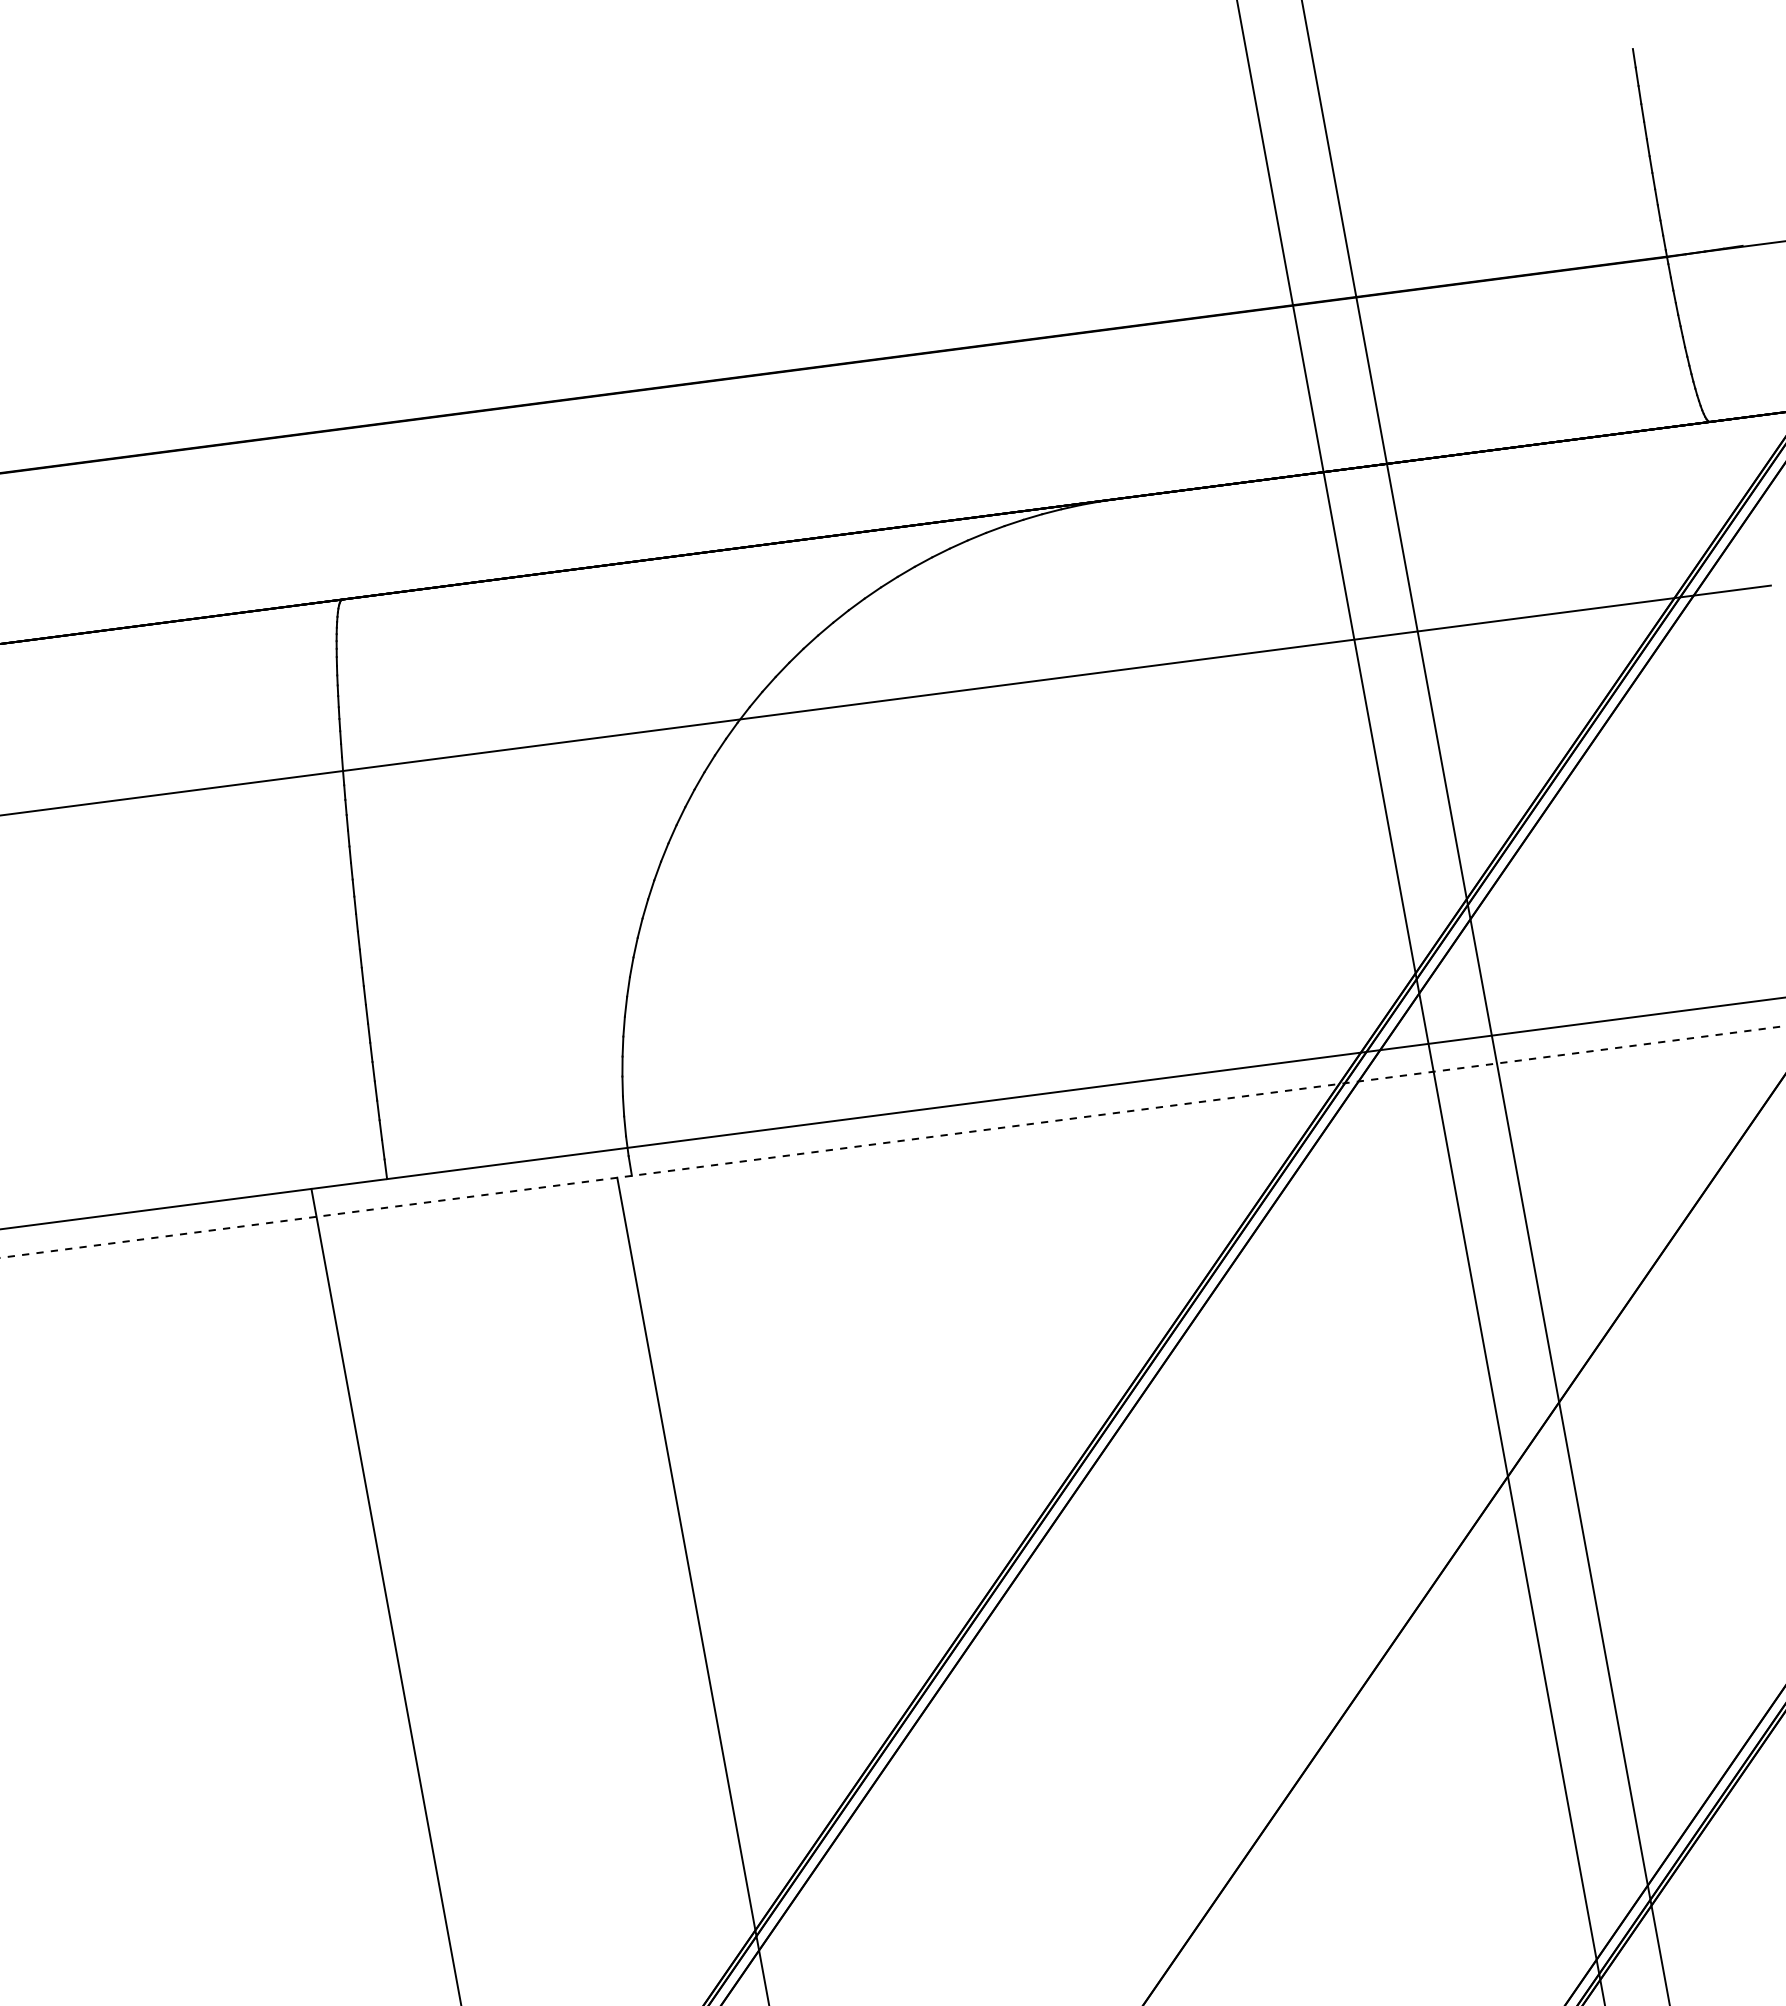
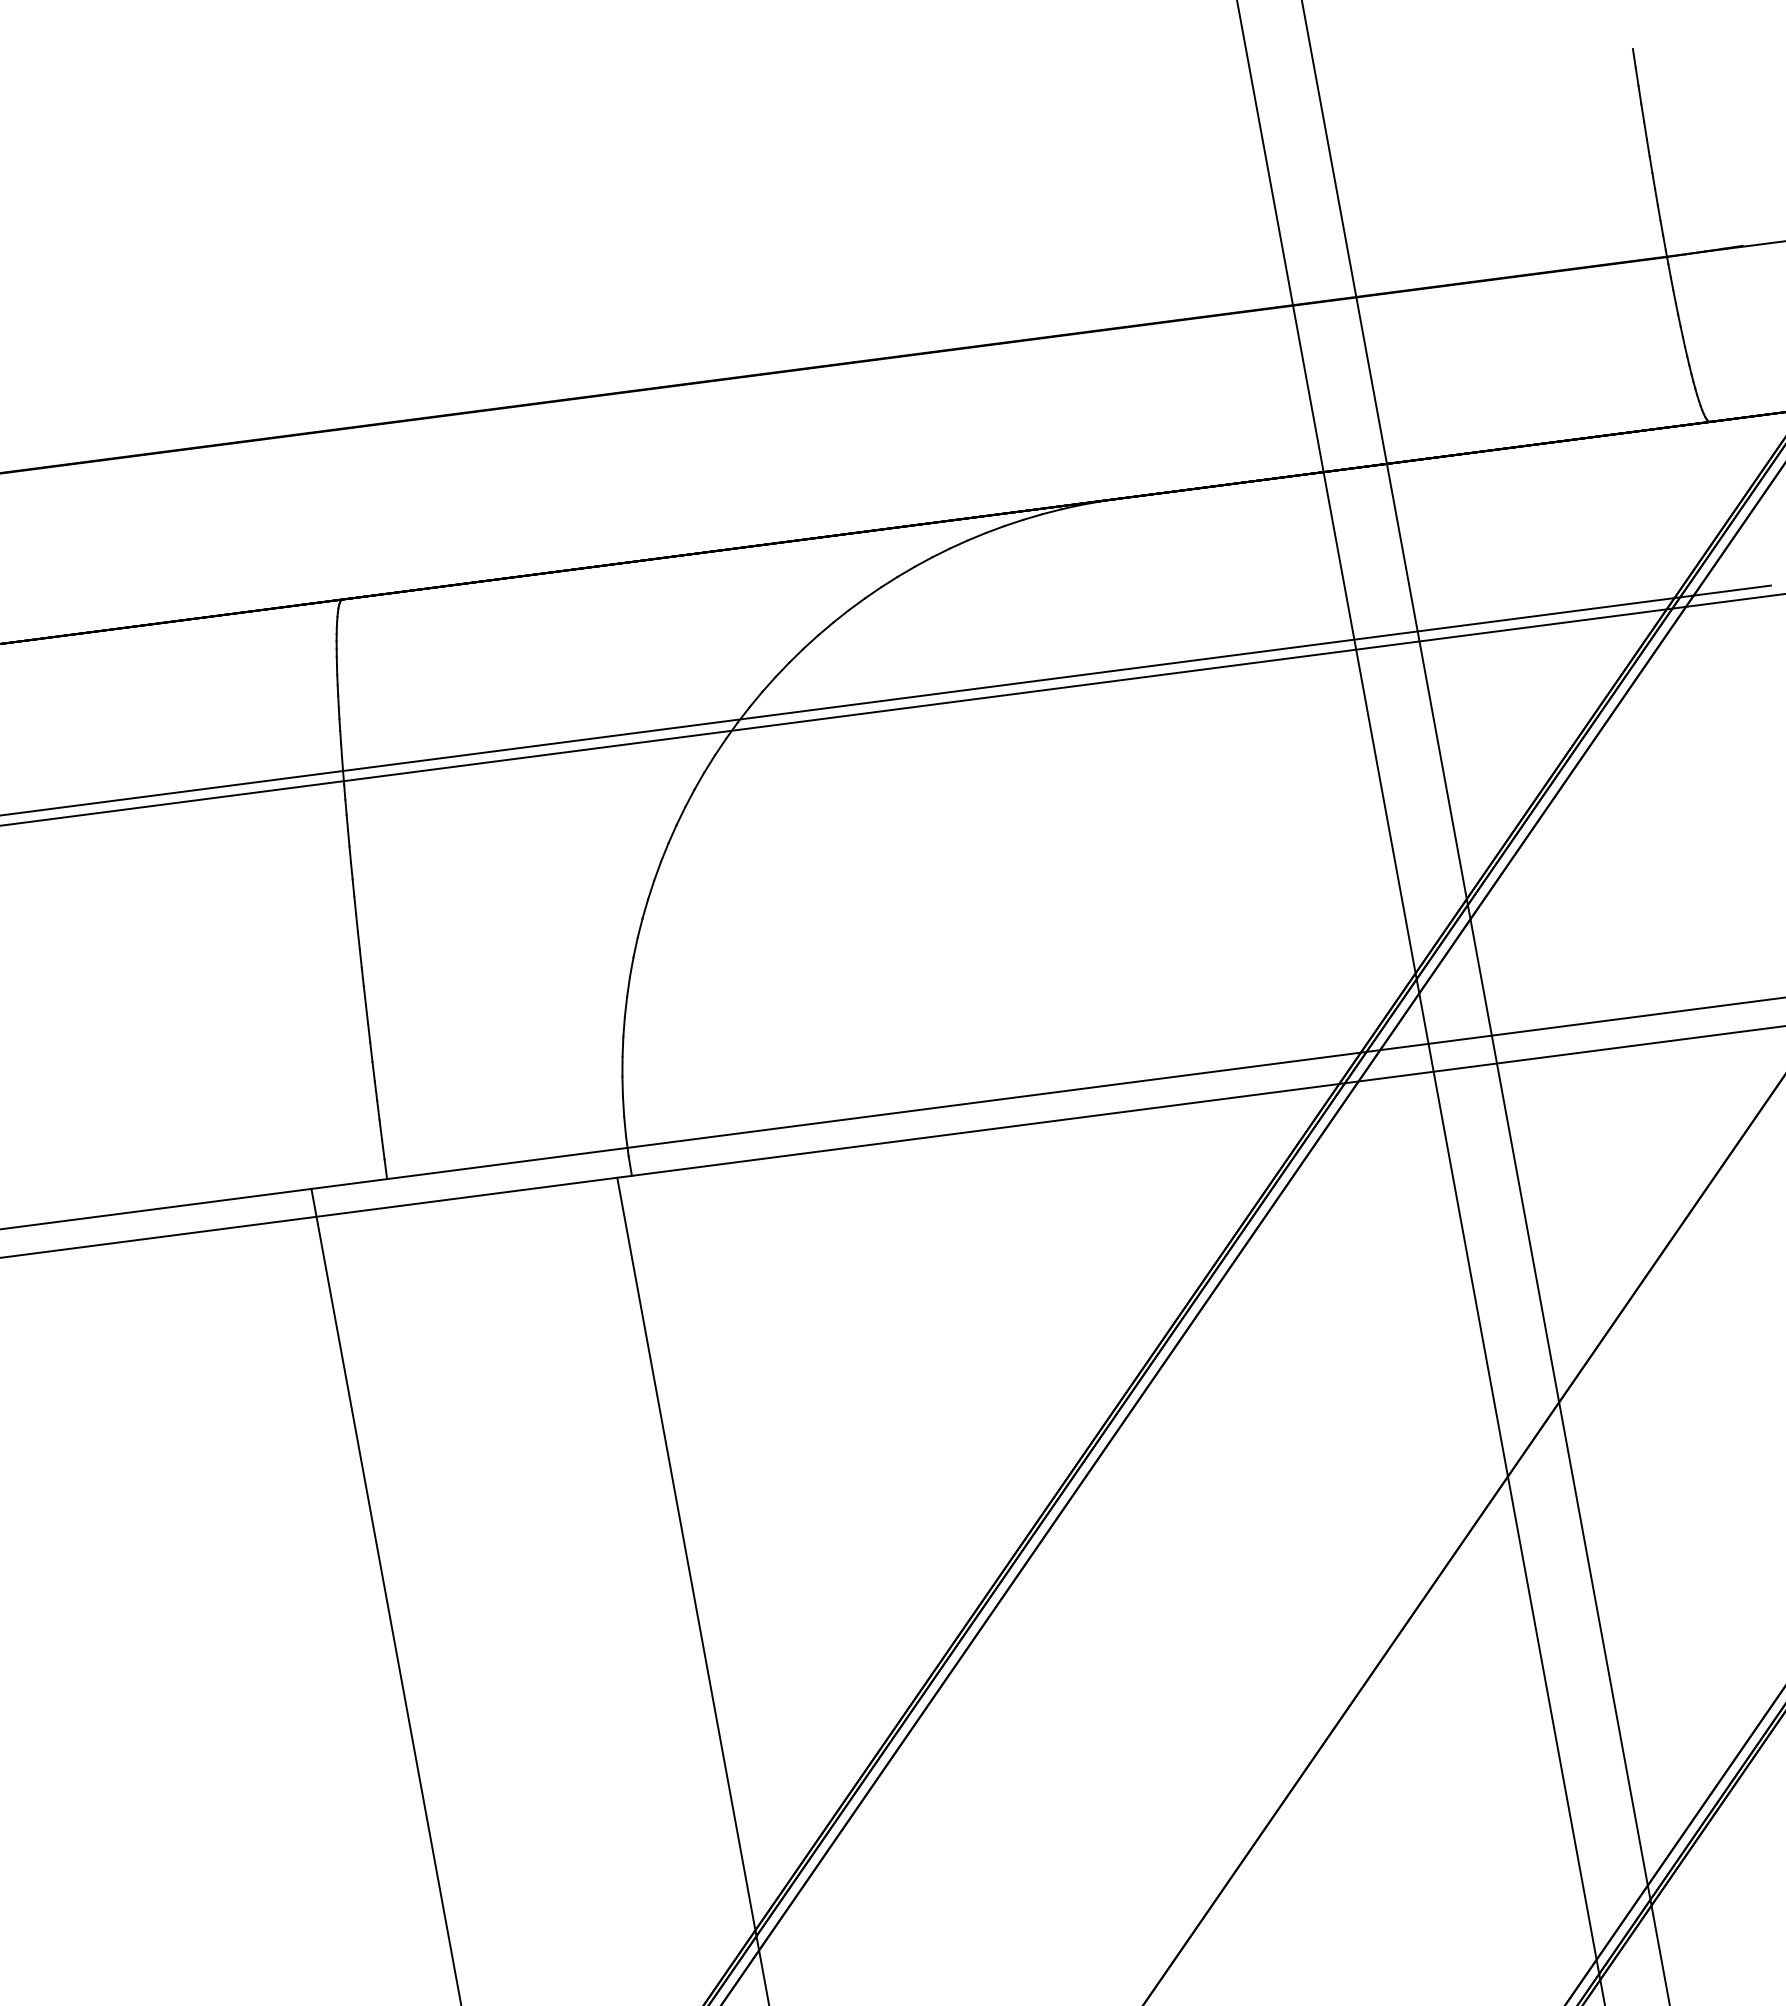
line at (892, 709): none -> present
line at (892, 1141): dashed -> solid
